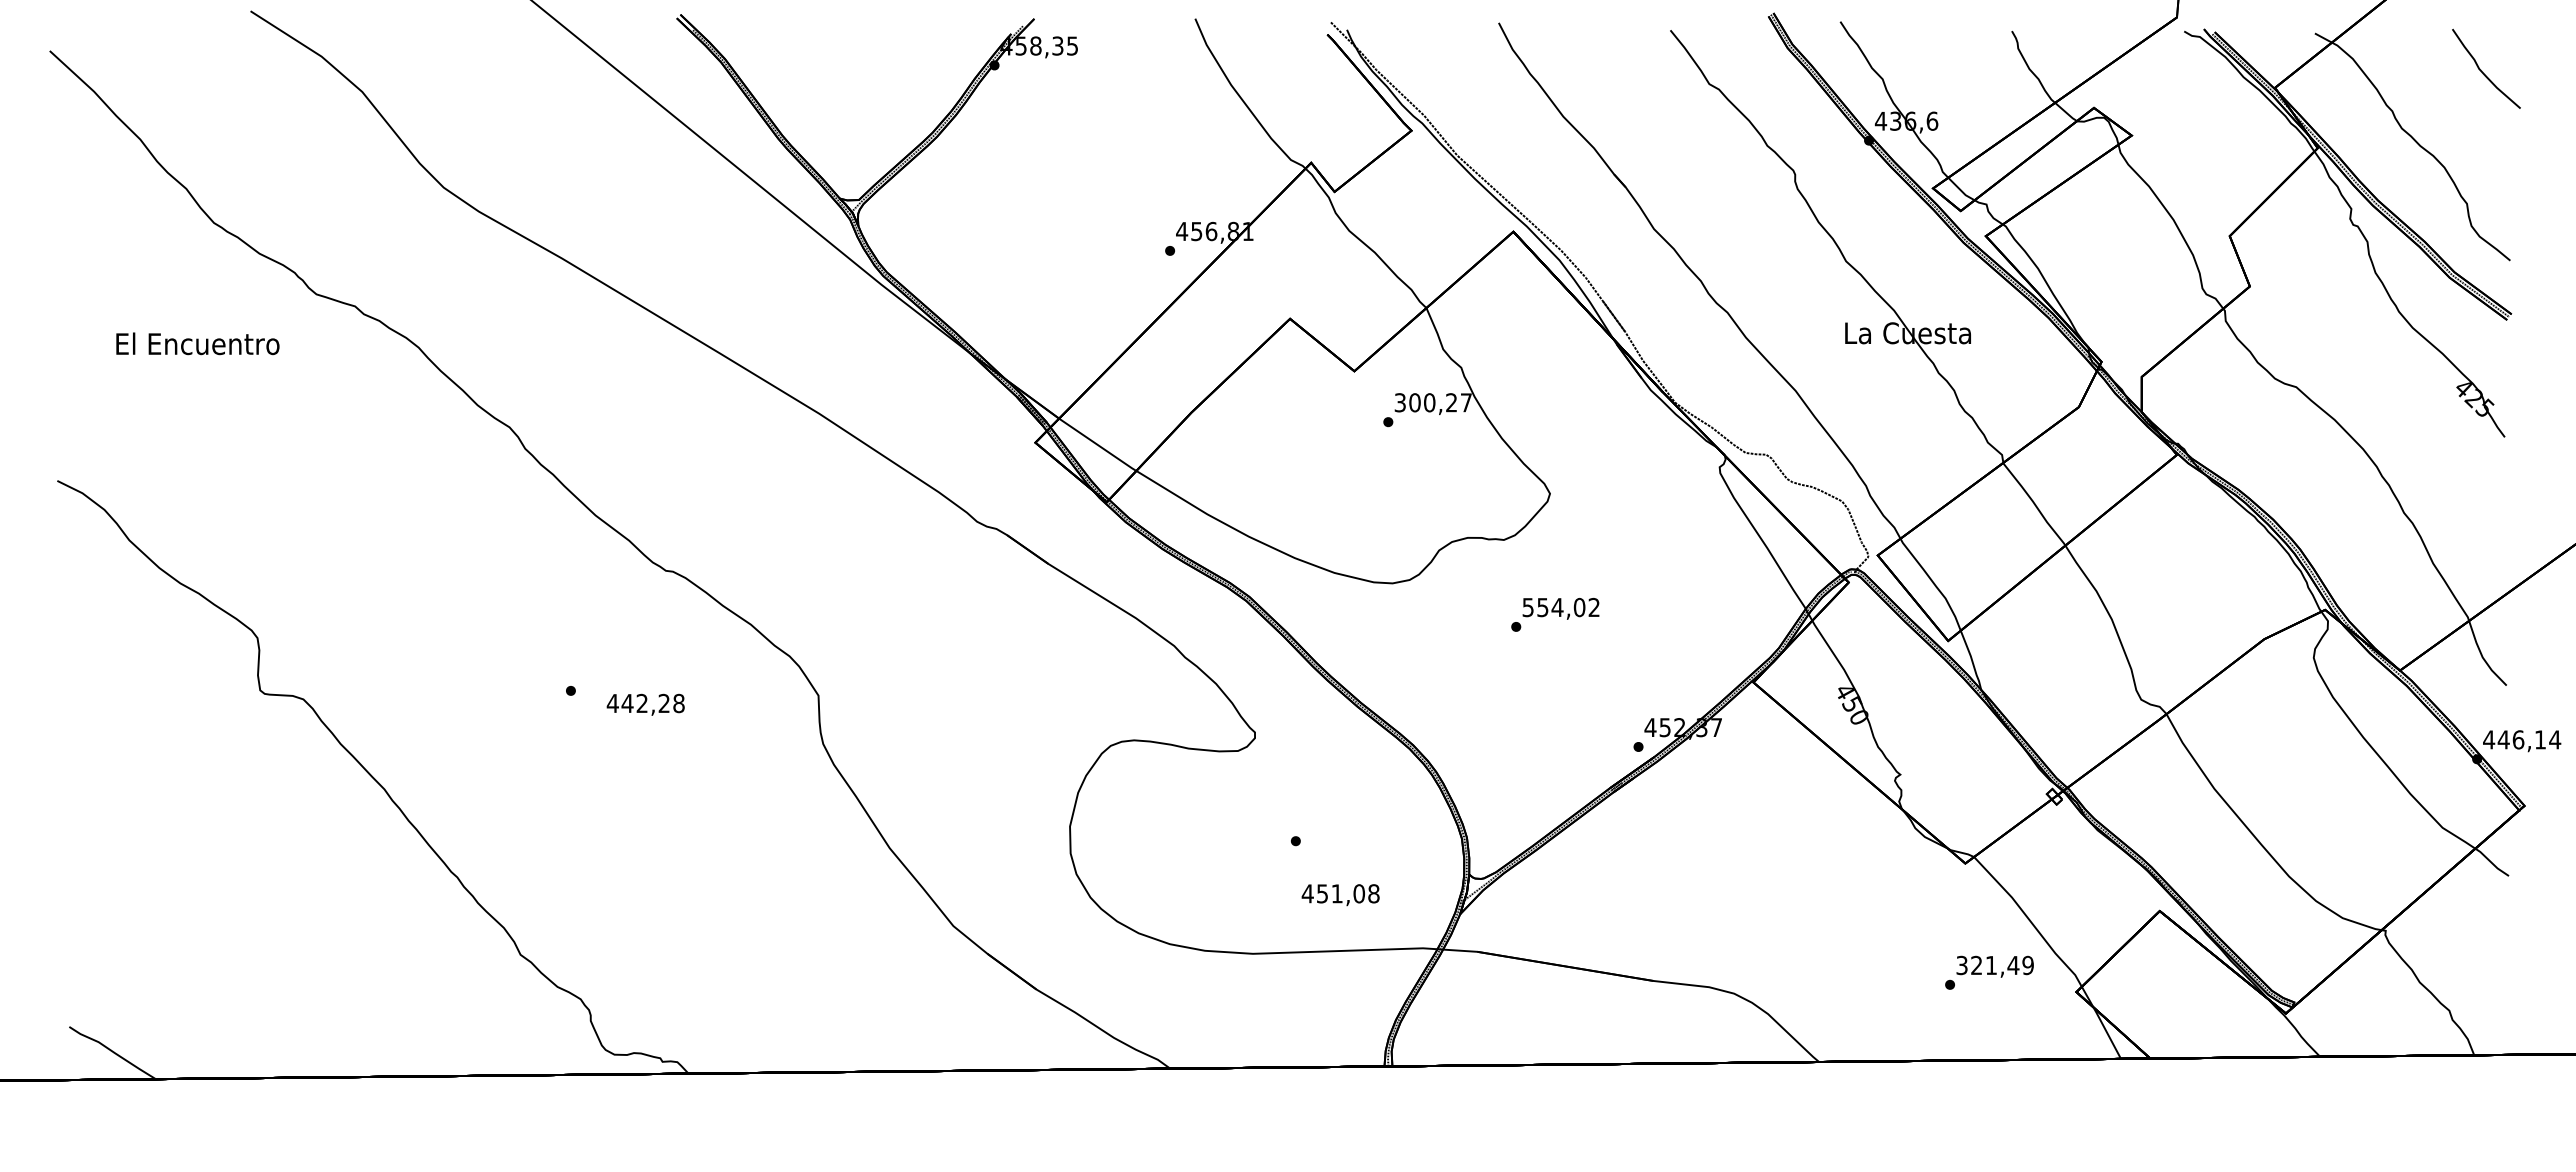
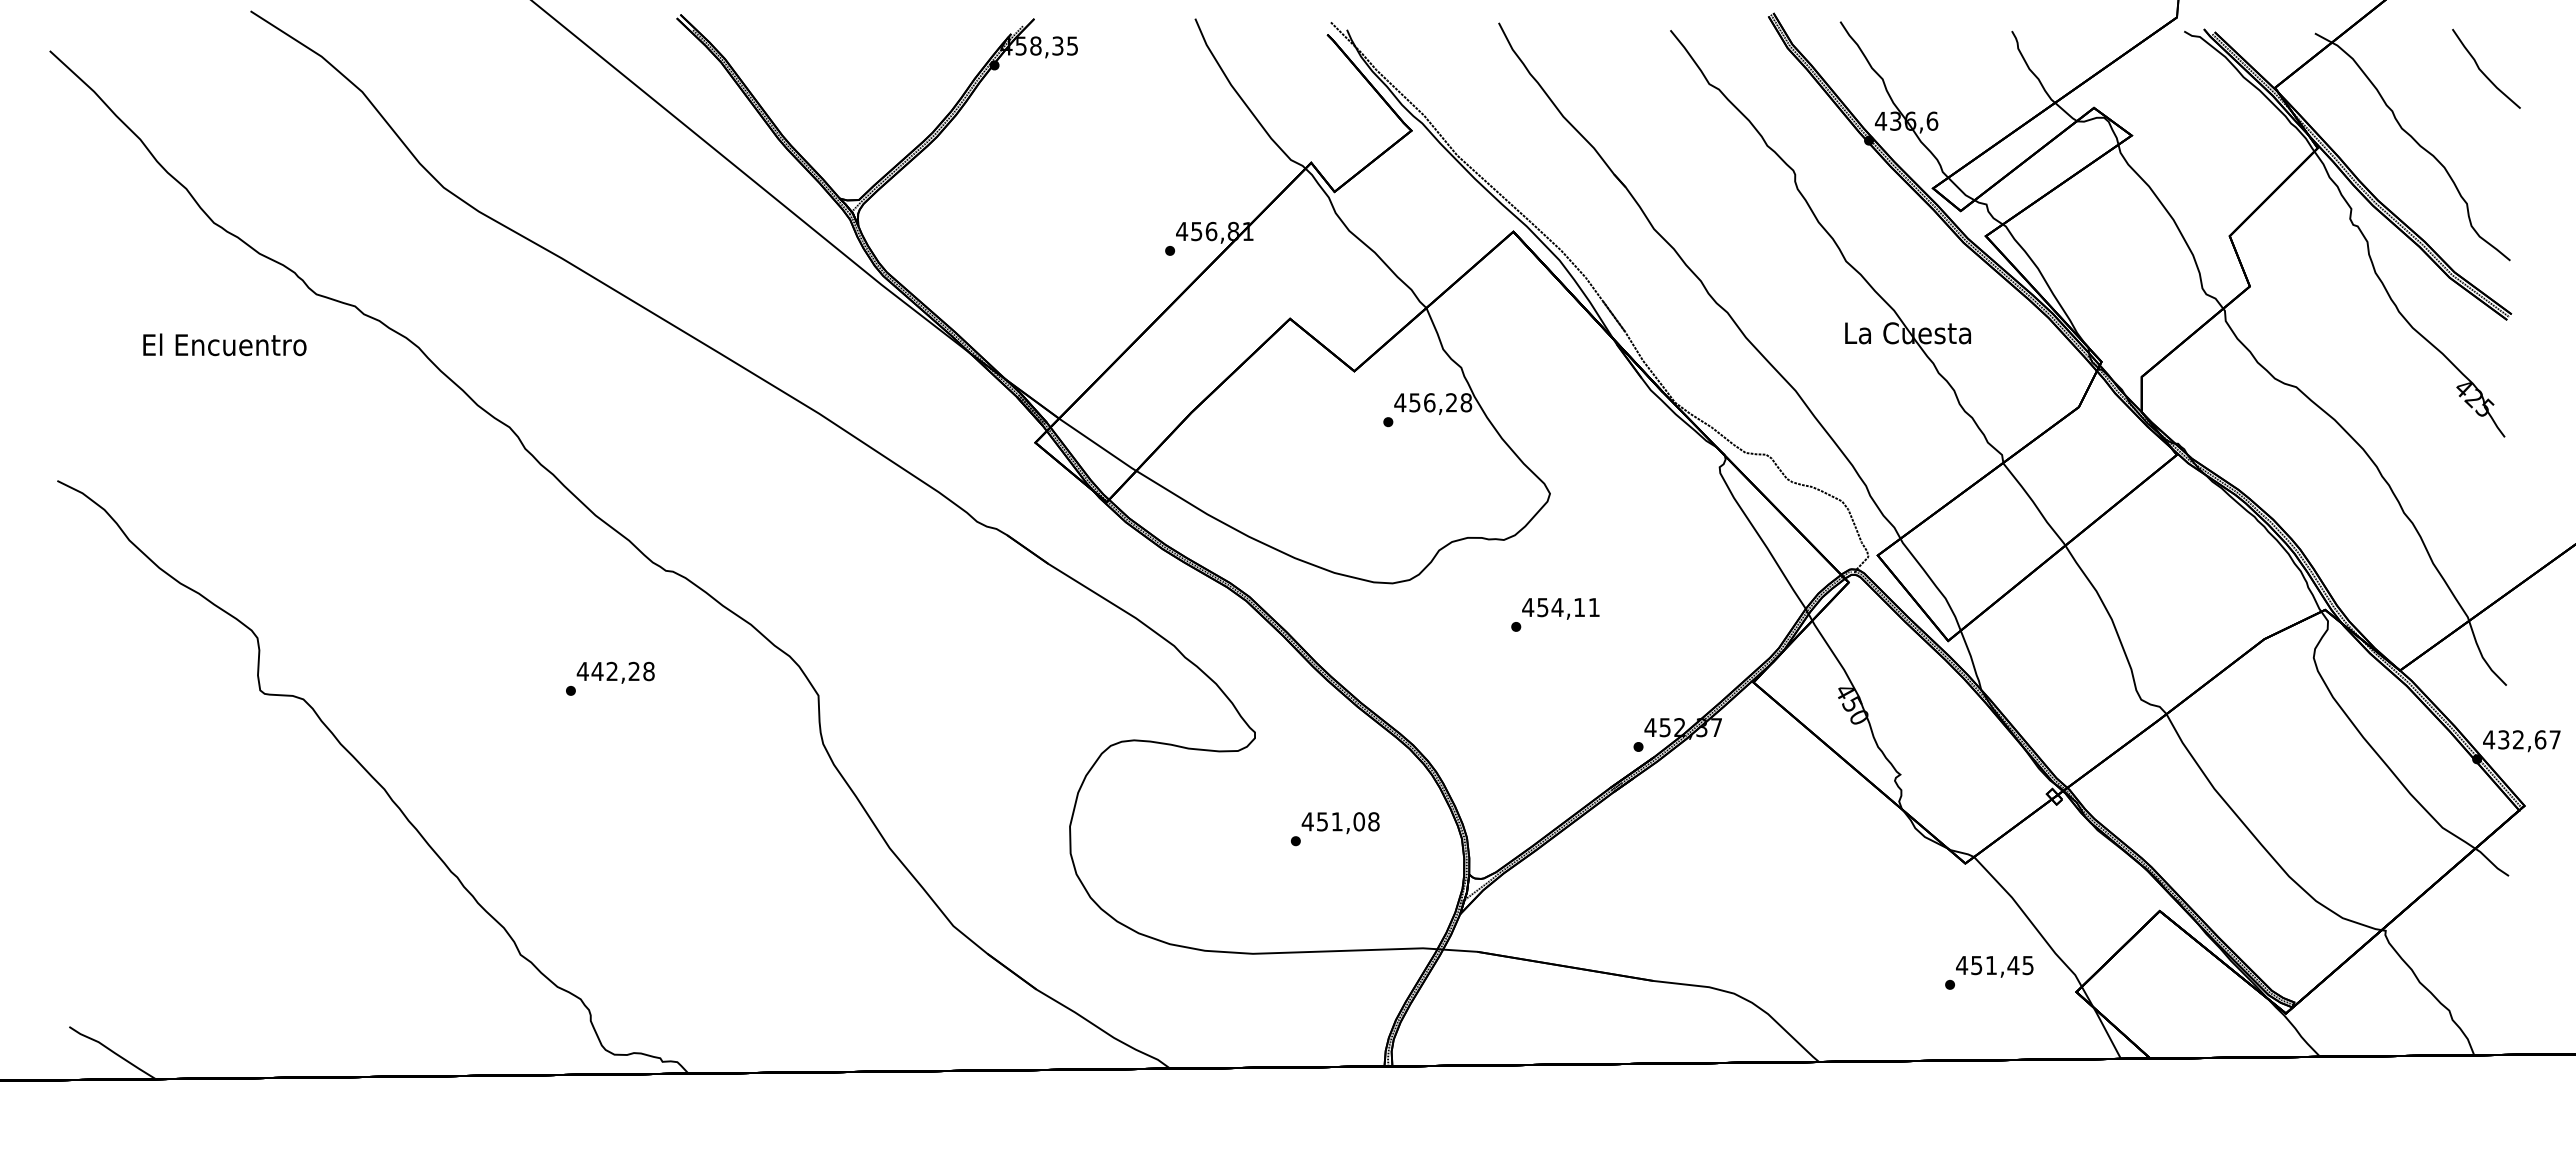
text at (197, 343) position: (197, 343) -> (224, 344)
text at (1433, 402): 300,27 -> 456,28
text at (1560, 607): 554,02 -> 454,11
text at (645, 704) position: (645, 704) -> (615, 672)
text at (2529, 739): 446,14 -> 432,67
text at (1340, 895) position: (1340, 895) -> (1340, 823)
text at (1994, 965): 321,49 -> 451,45
